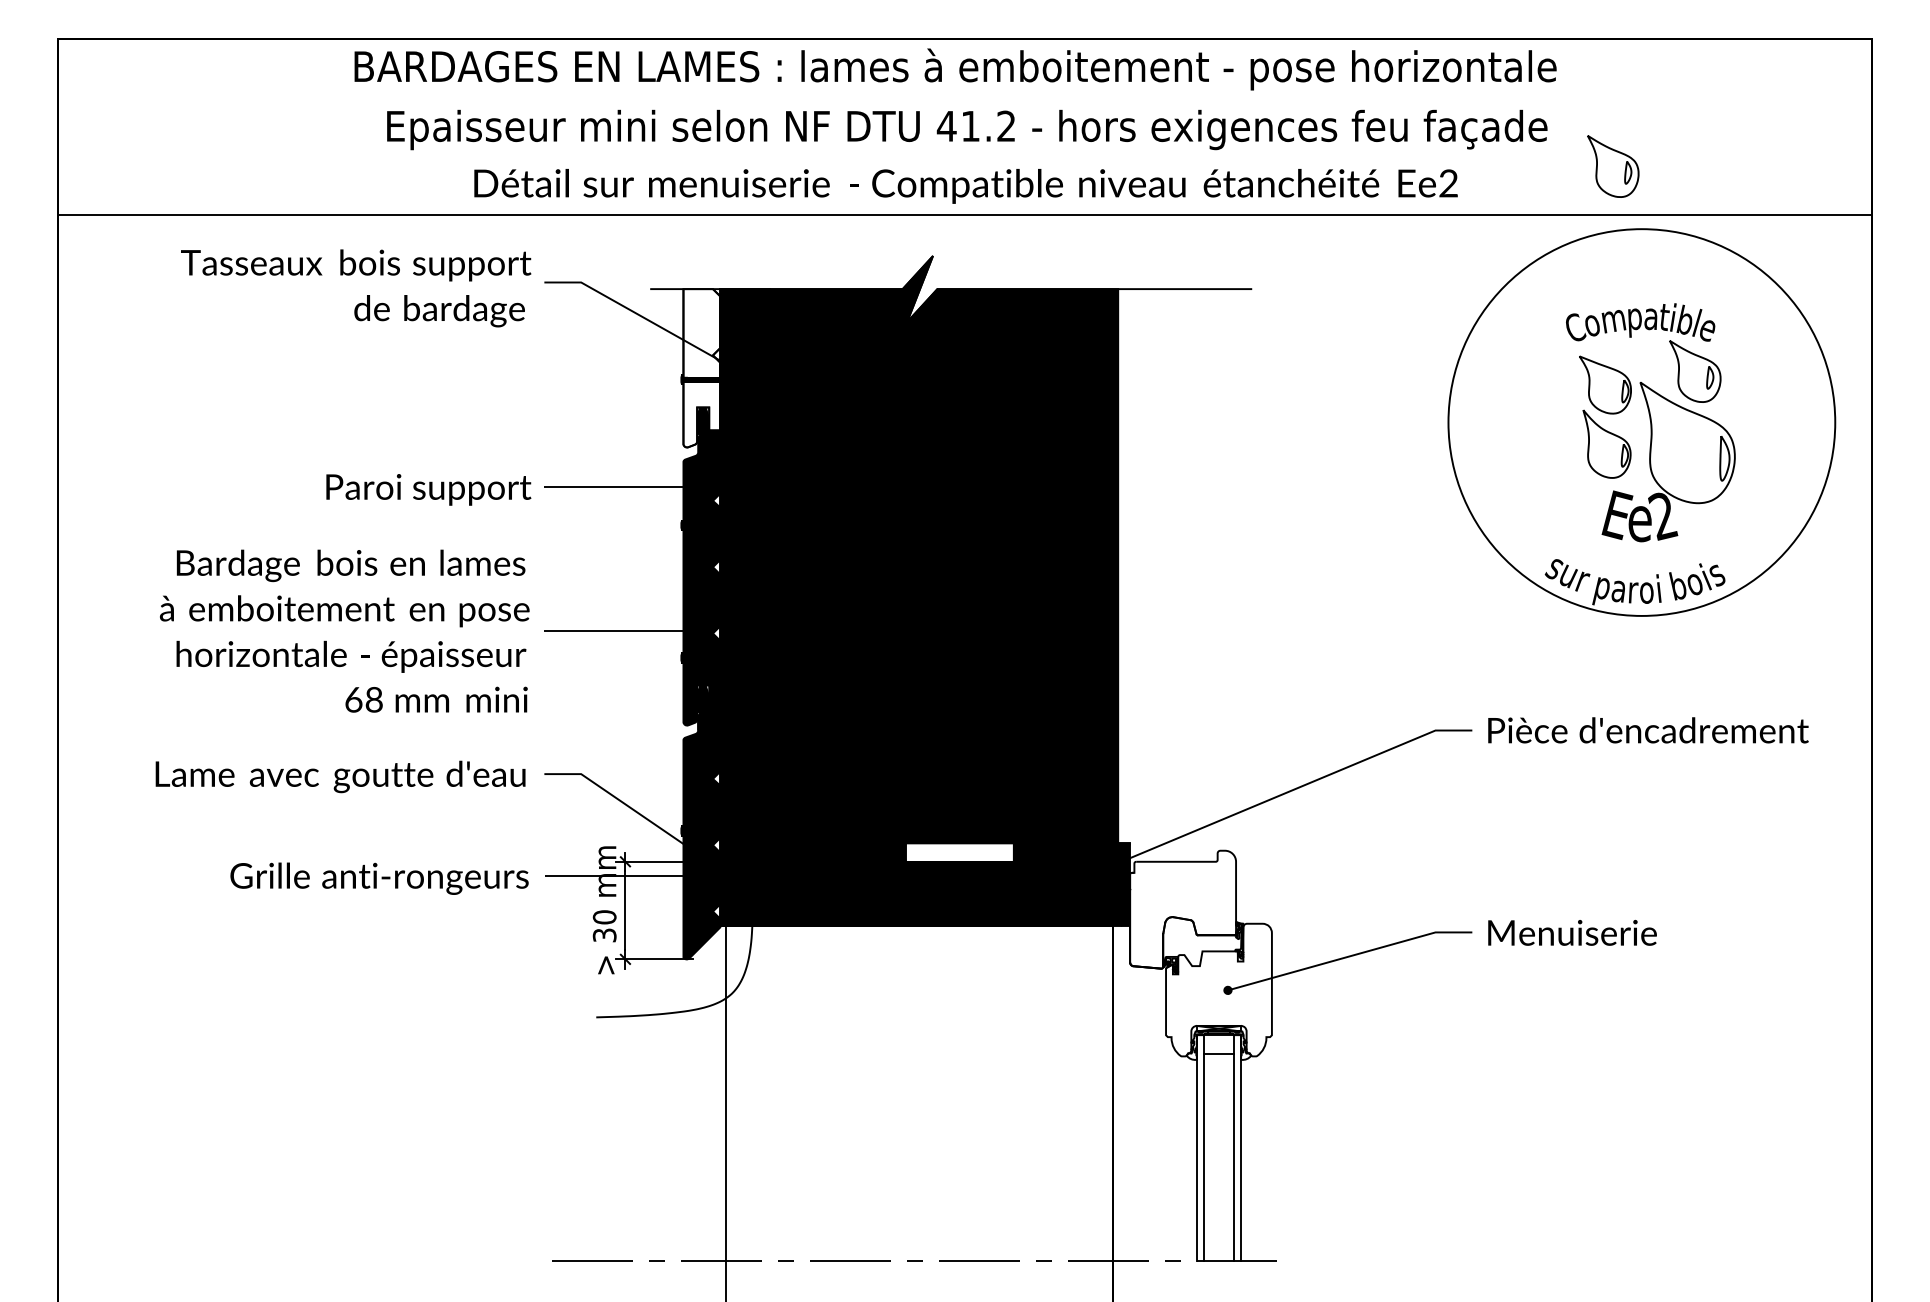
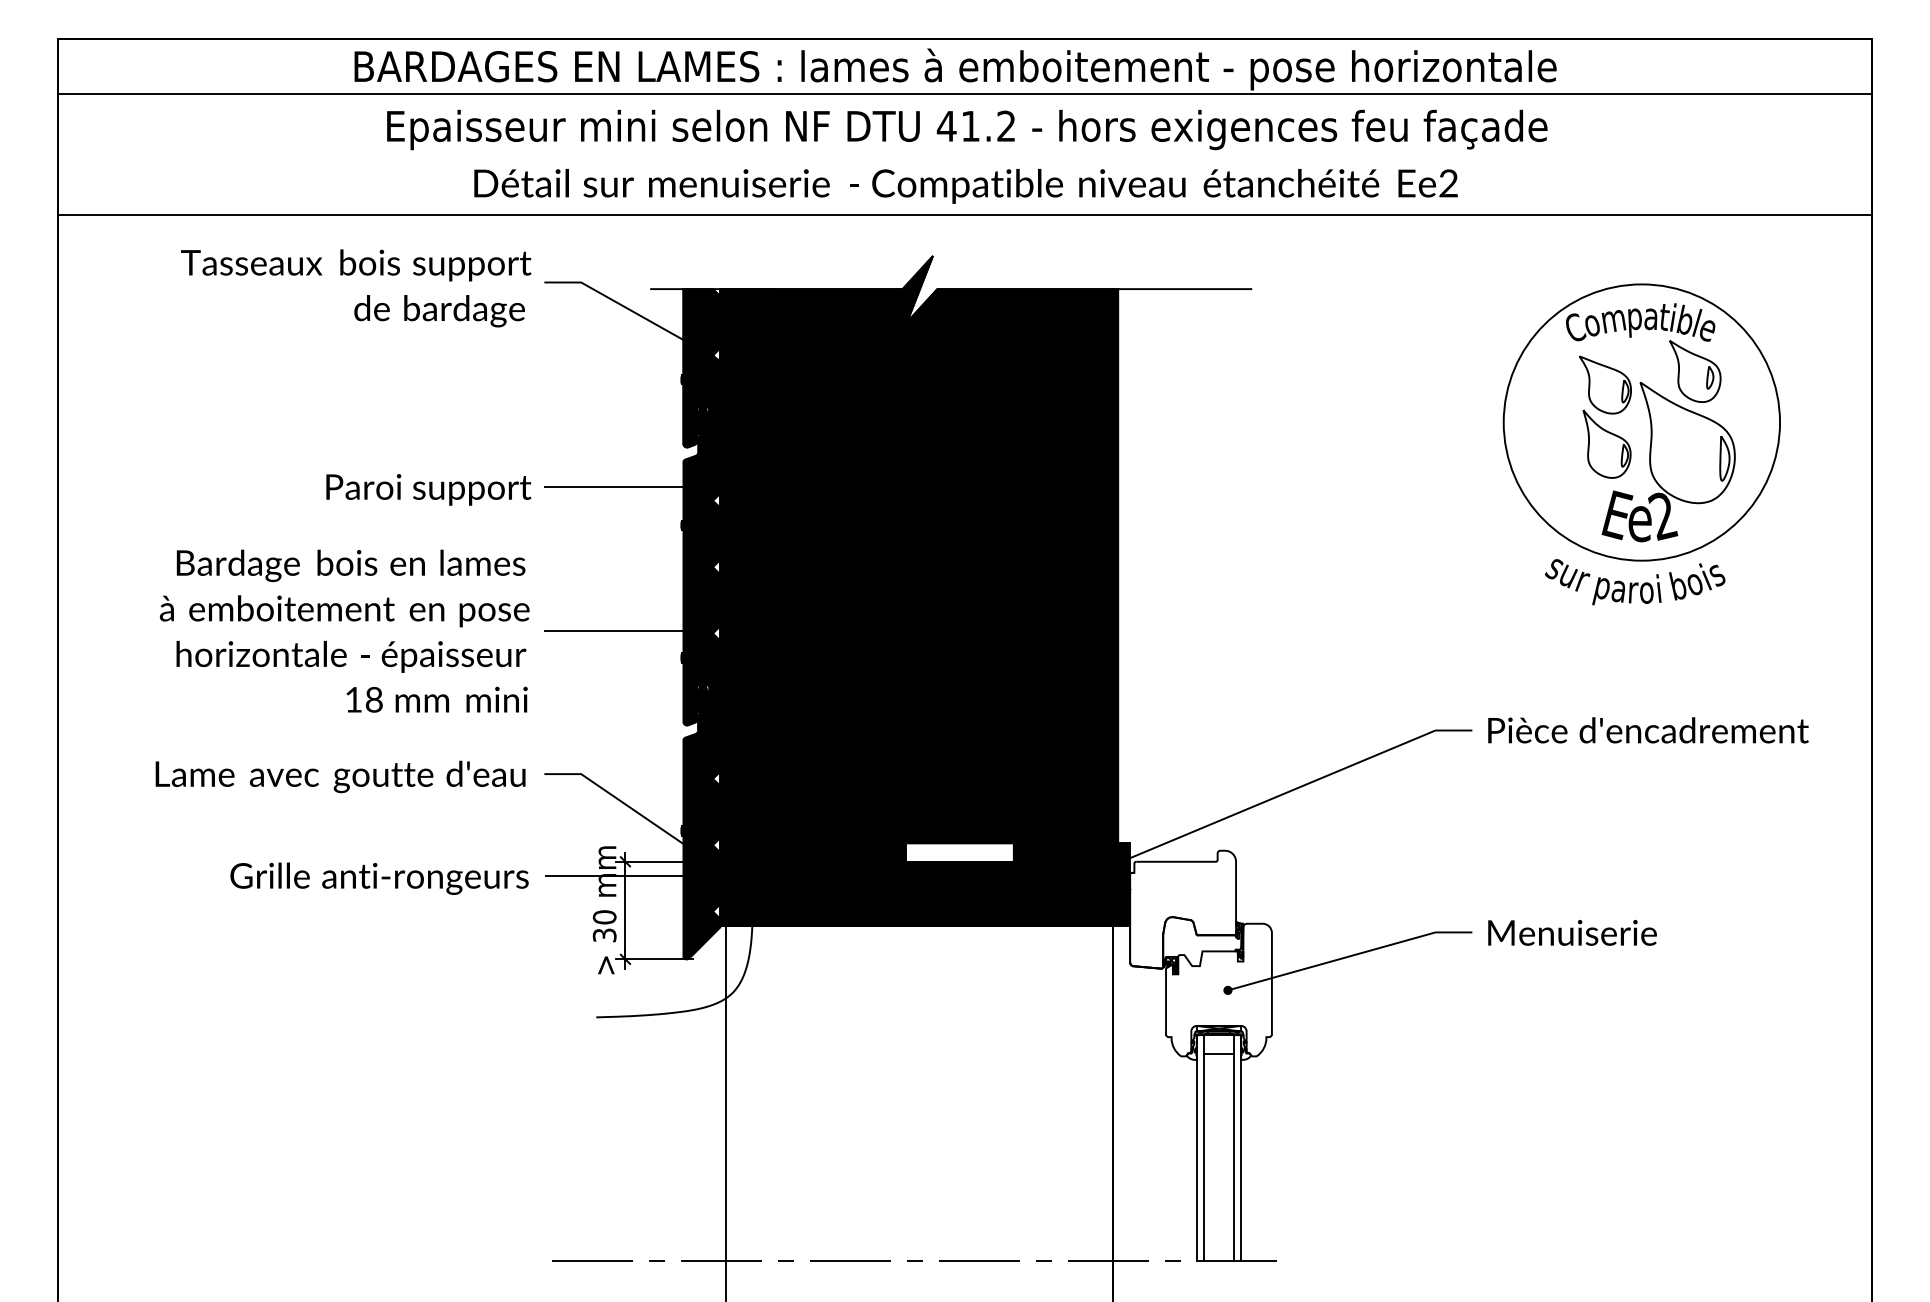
line at (964, 94): none -> present
part at (1613, 166): present -> none
fill at (701, 368): none -> present
circle at (1641, 422) diameter: 387 px -> 276 px
text at (353, 699): 68 -> 18
